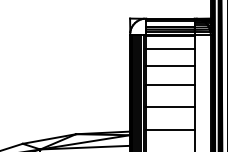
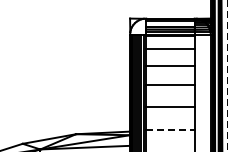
line at (227, 75): solid -> dashed
line at (170, 130): solid -> dashed
